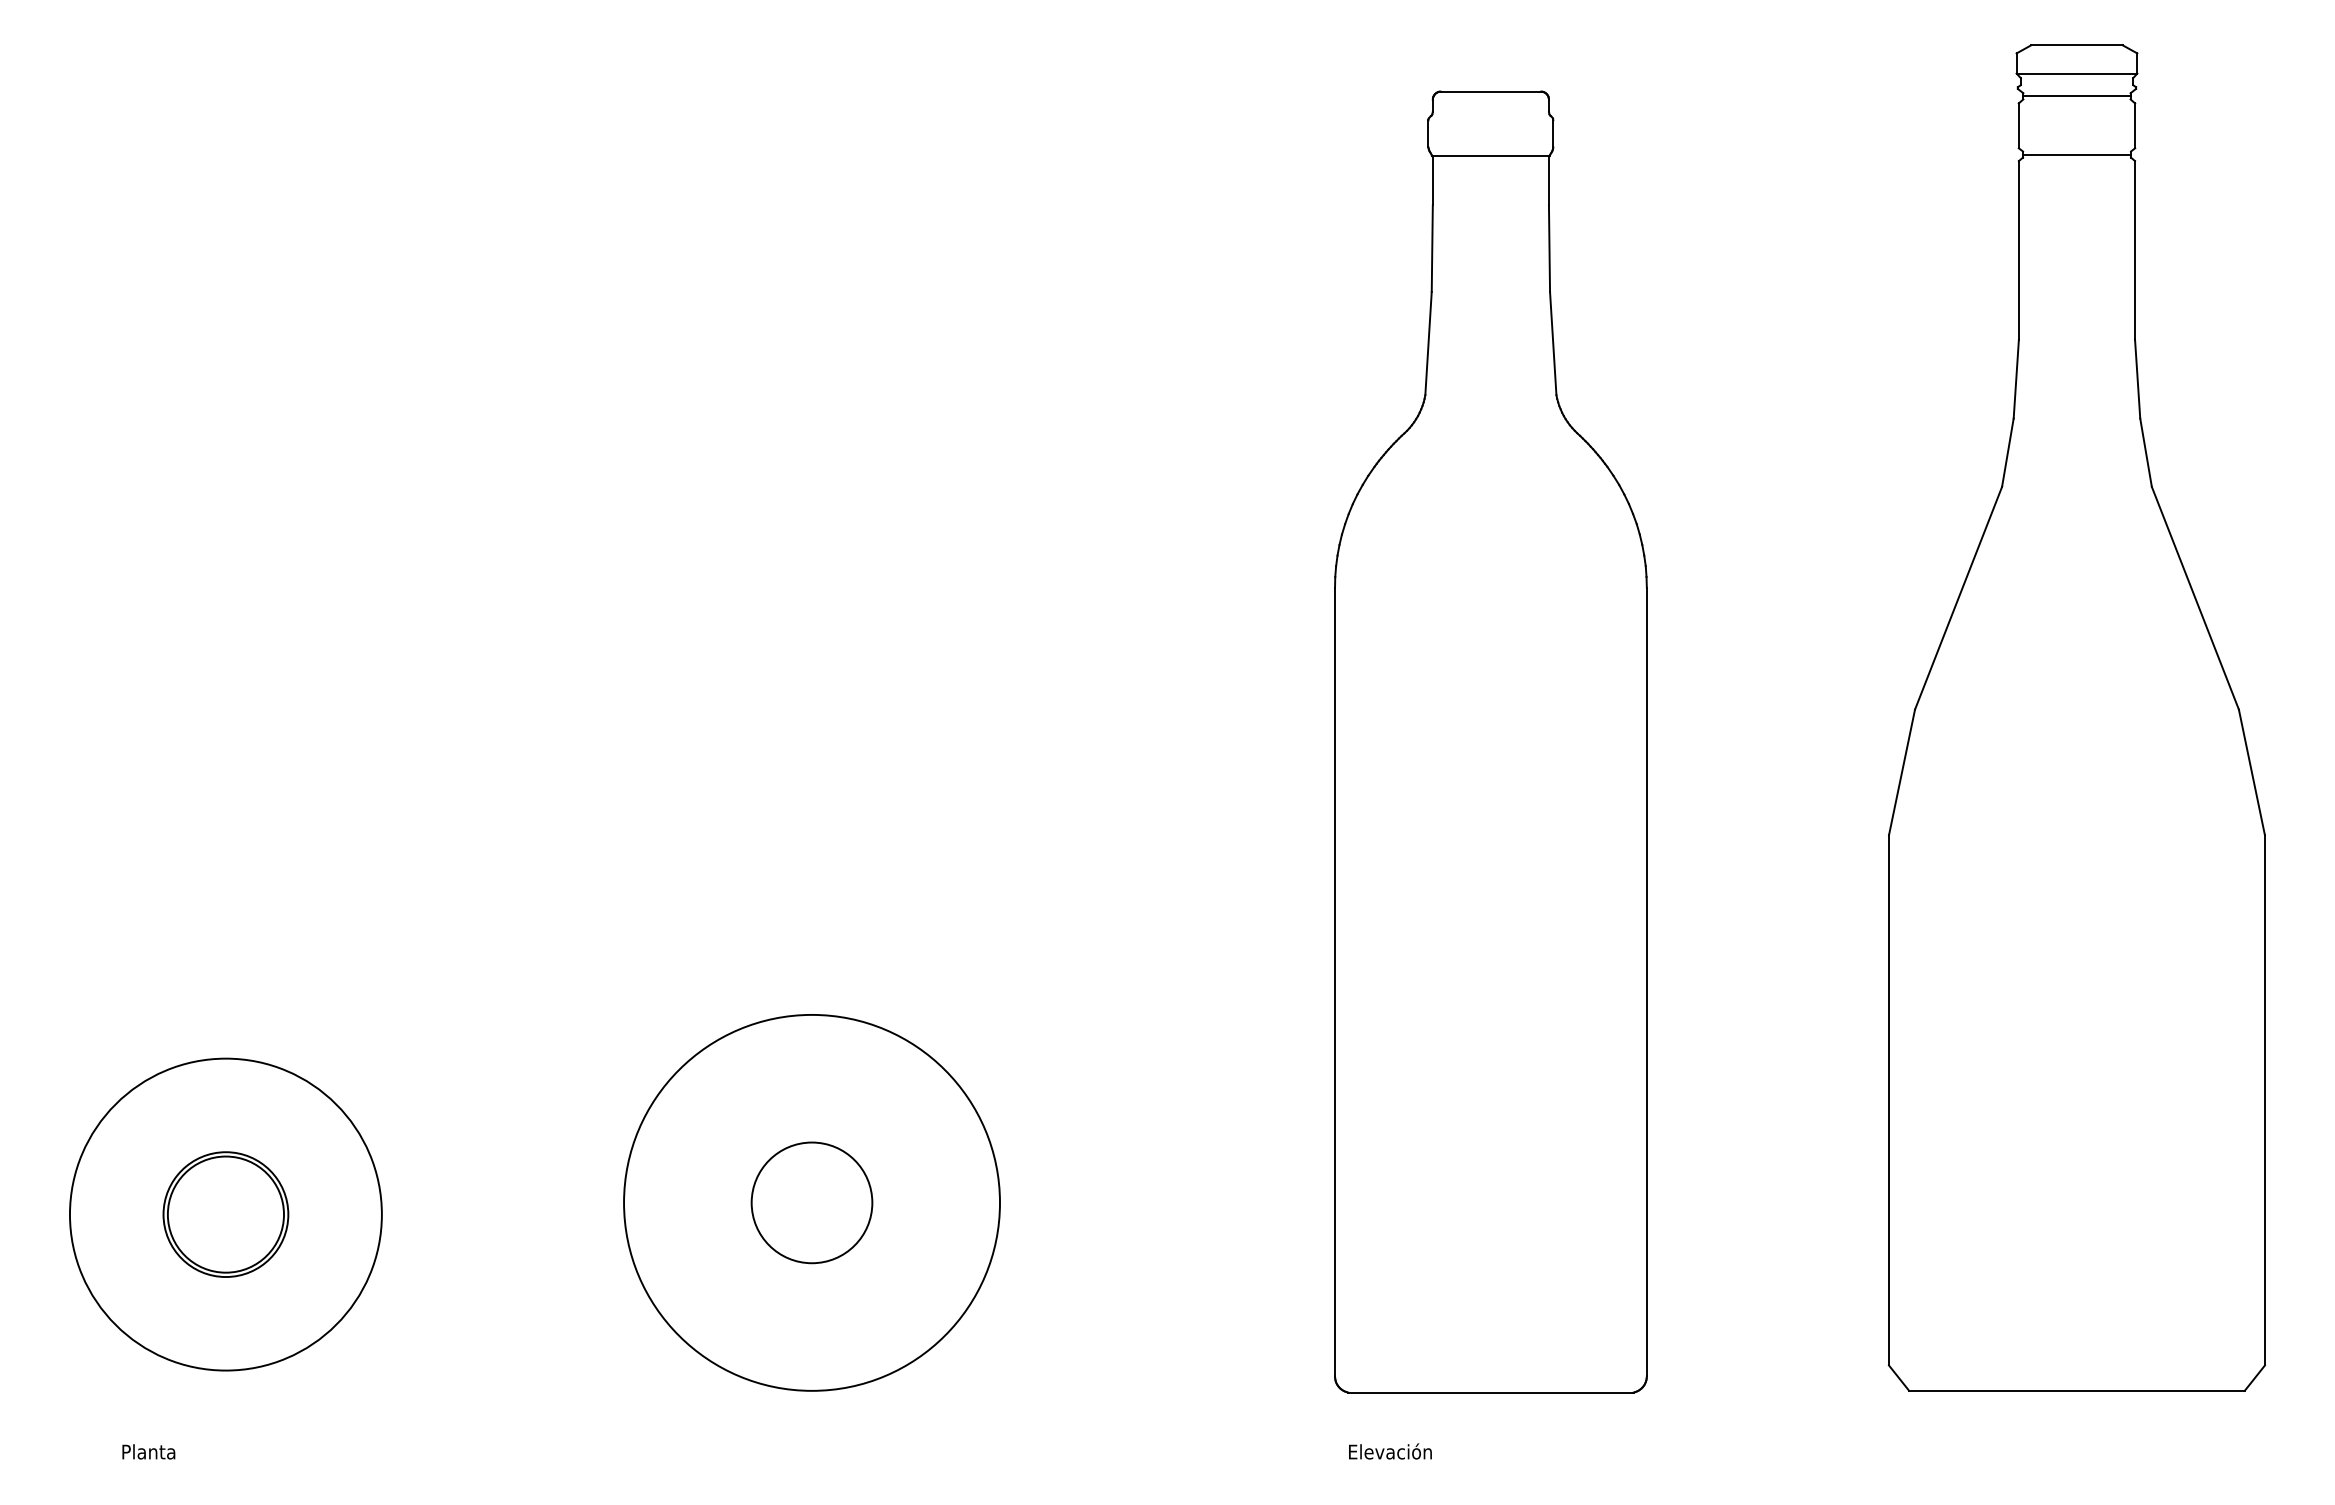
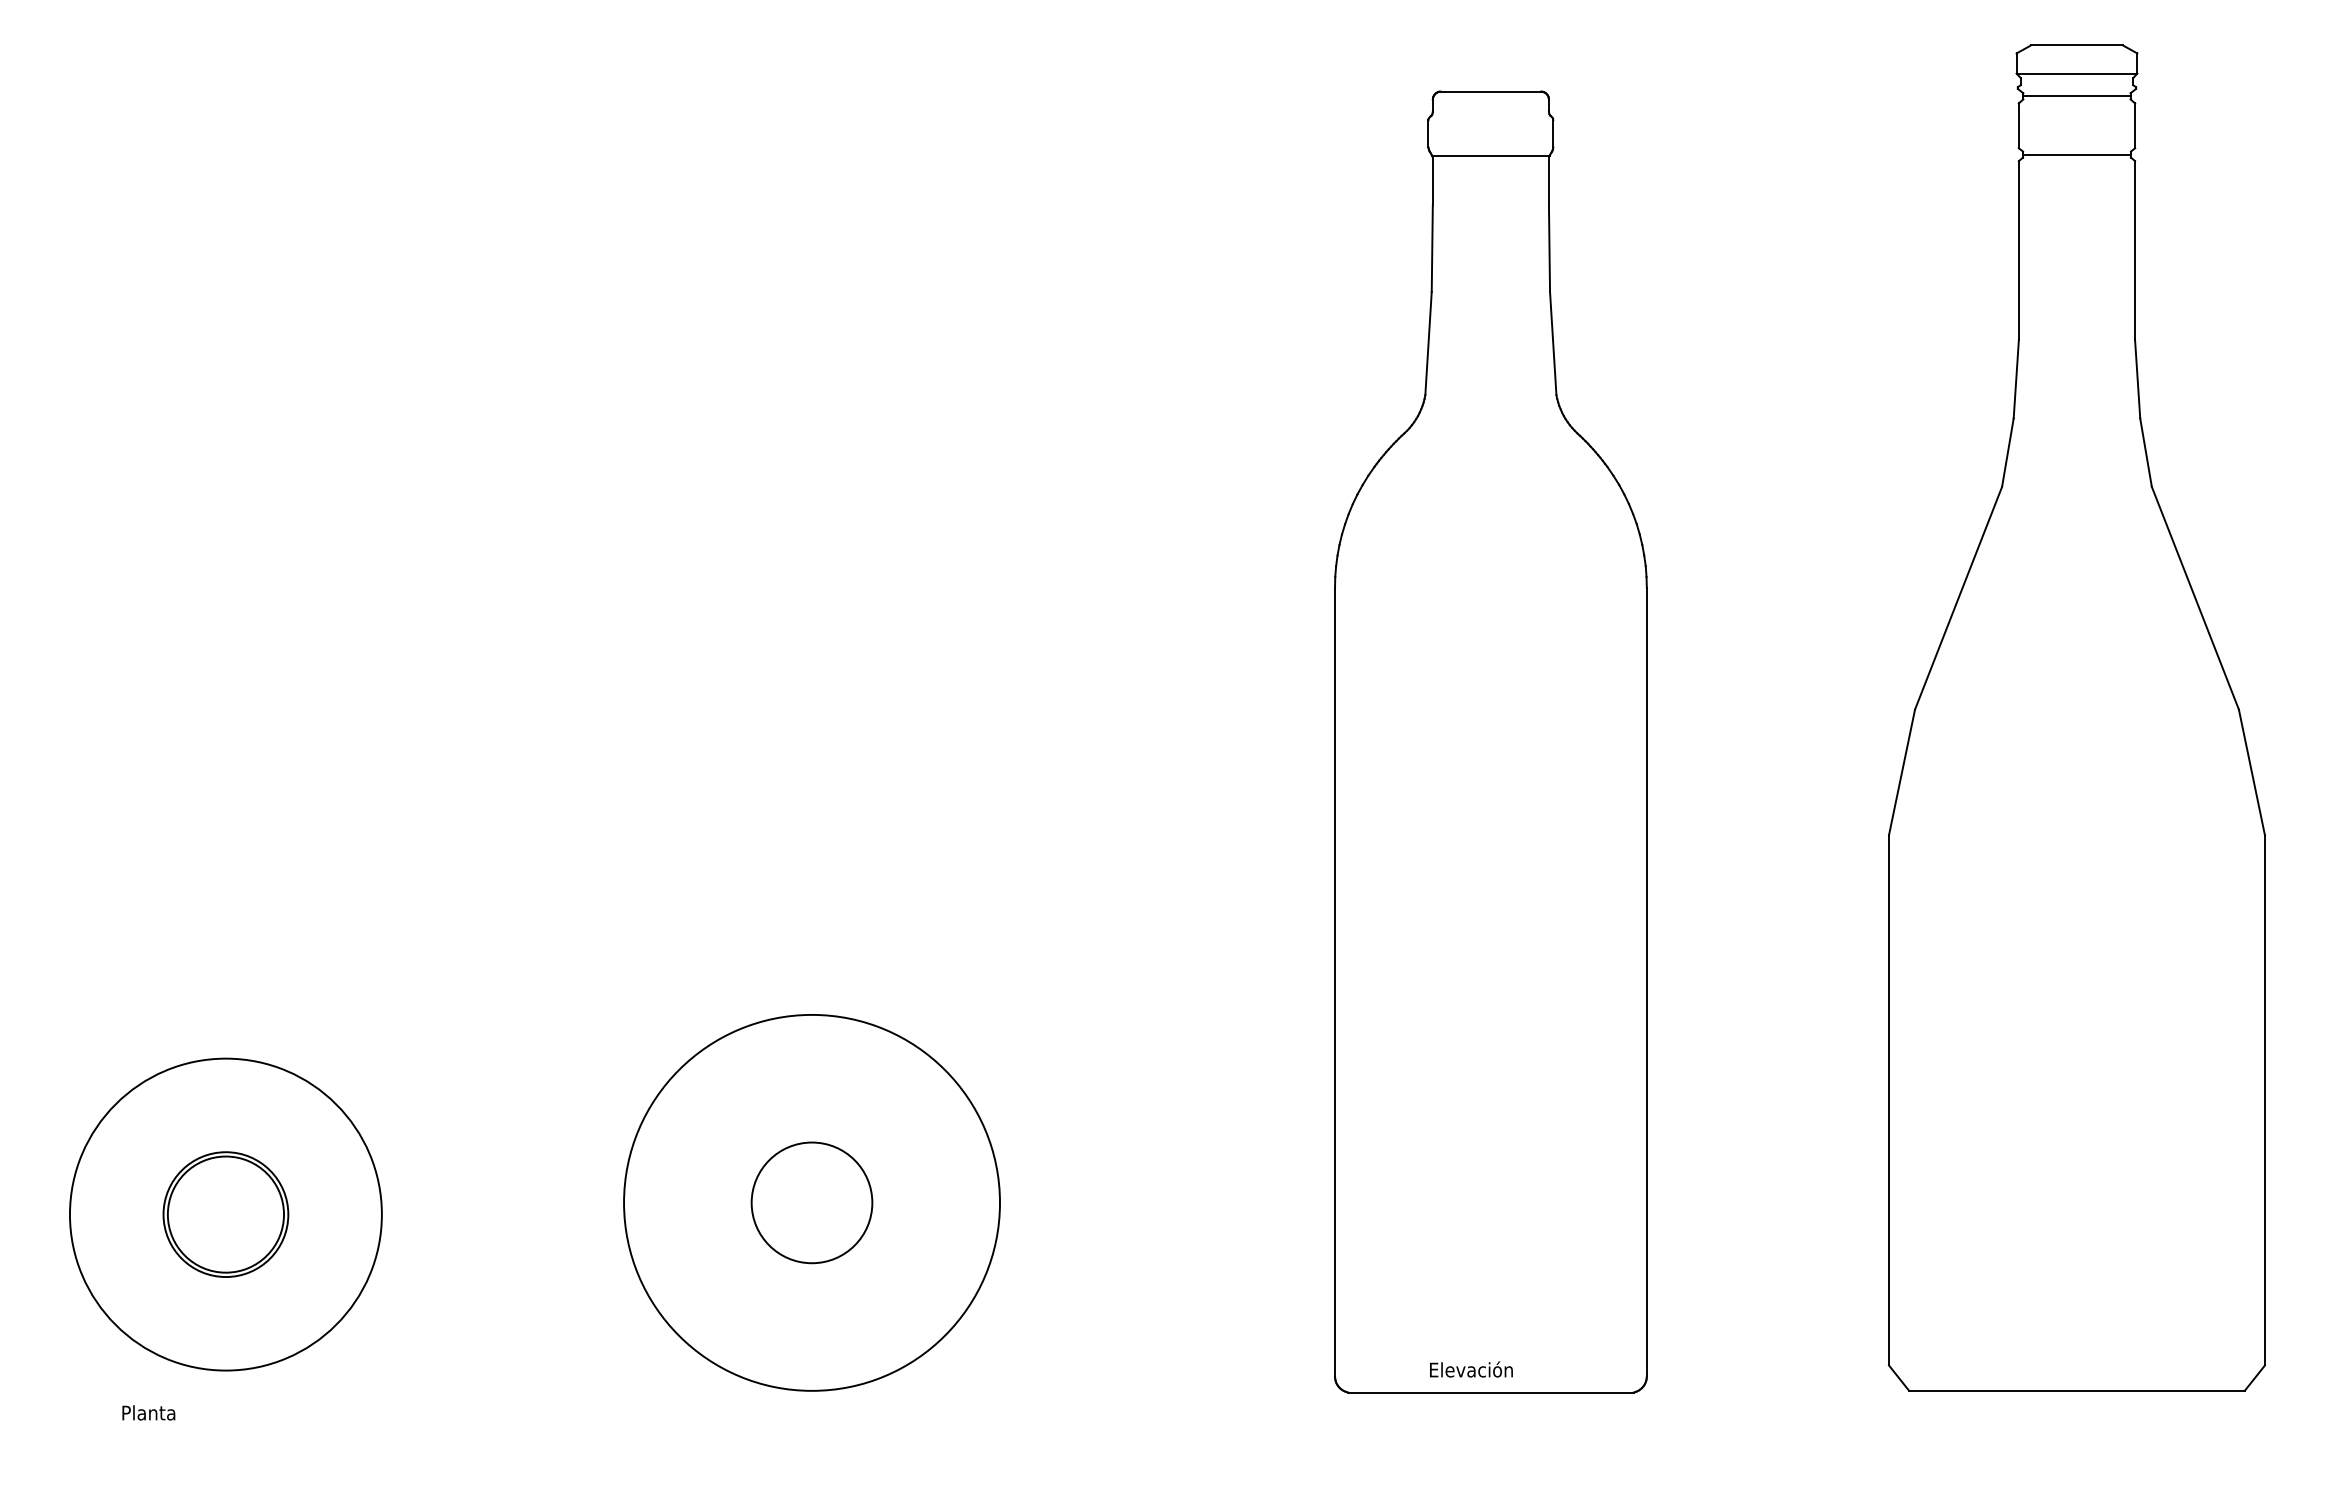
text at (148, 1451) position: (148, 1451) -> (148, 1412)
text at (1390, 1451) position: (1390, 1451) -> (1471, 1369)
